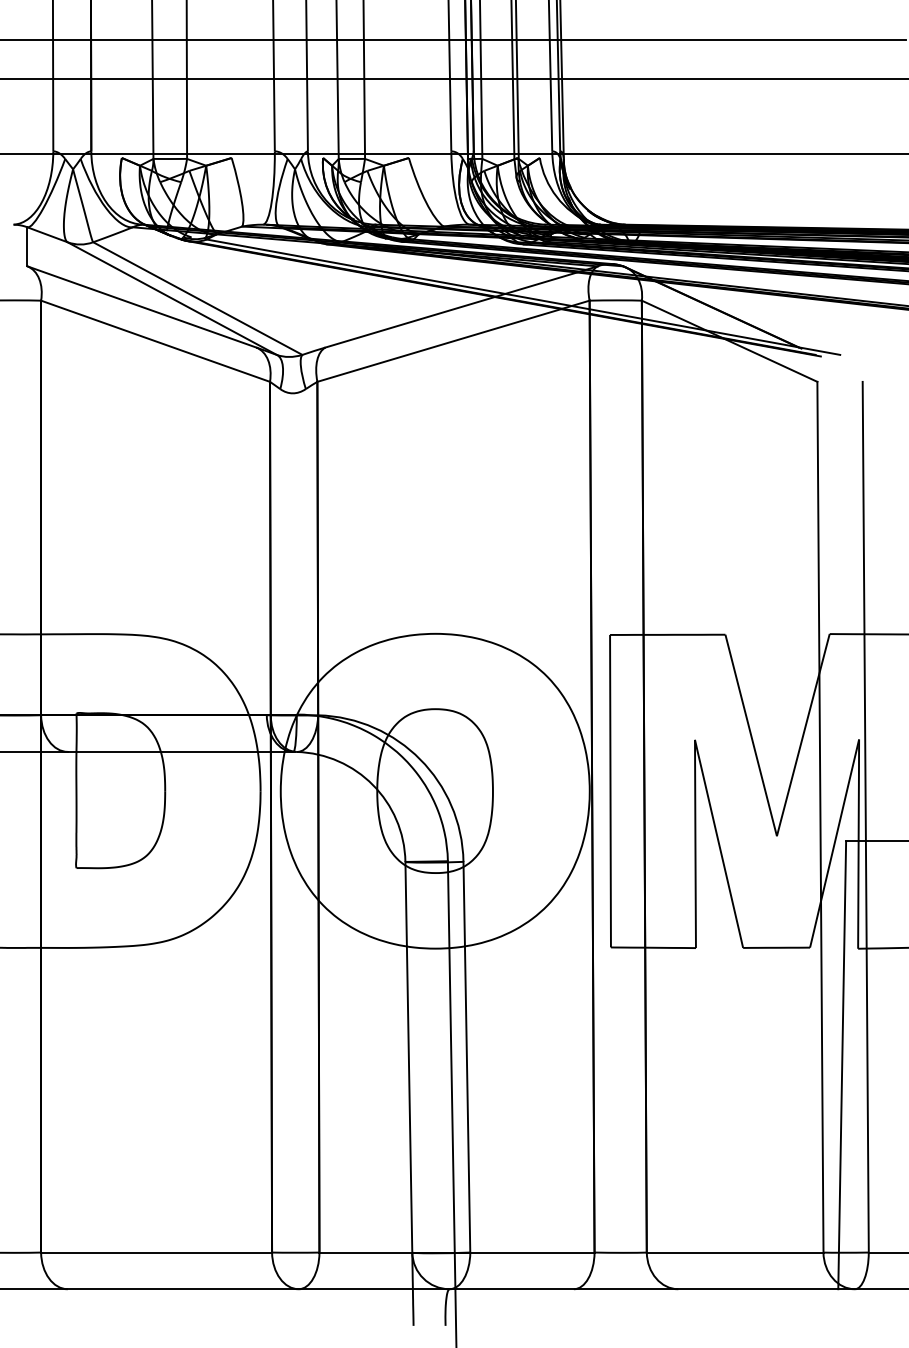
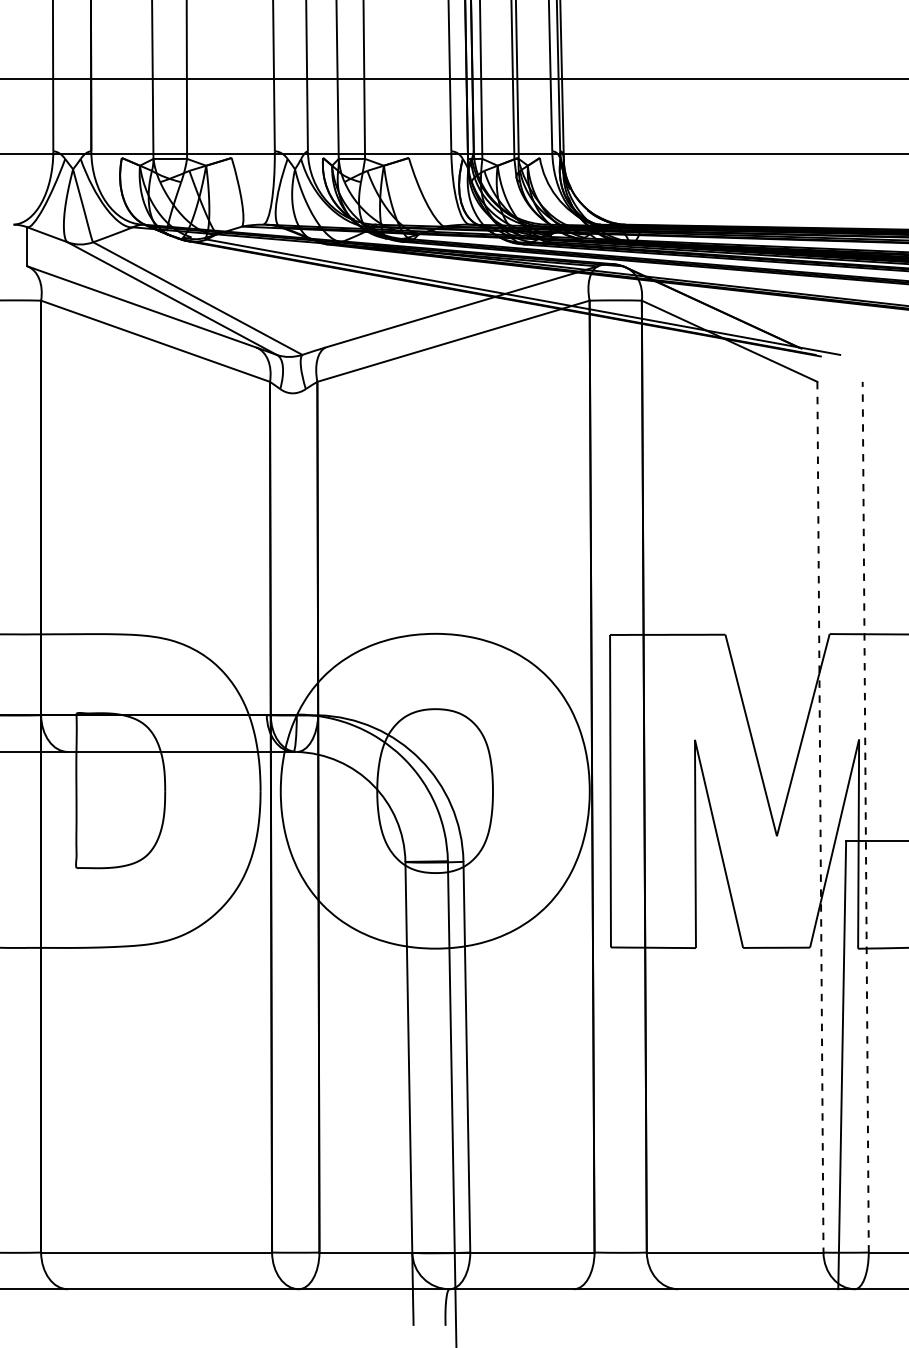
line at (453, 40): present -> none
line at (865, 816): solid -> dashed
line at (820, 817): solid -> dashed
